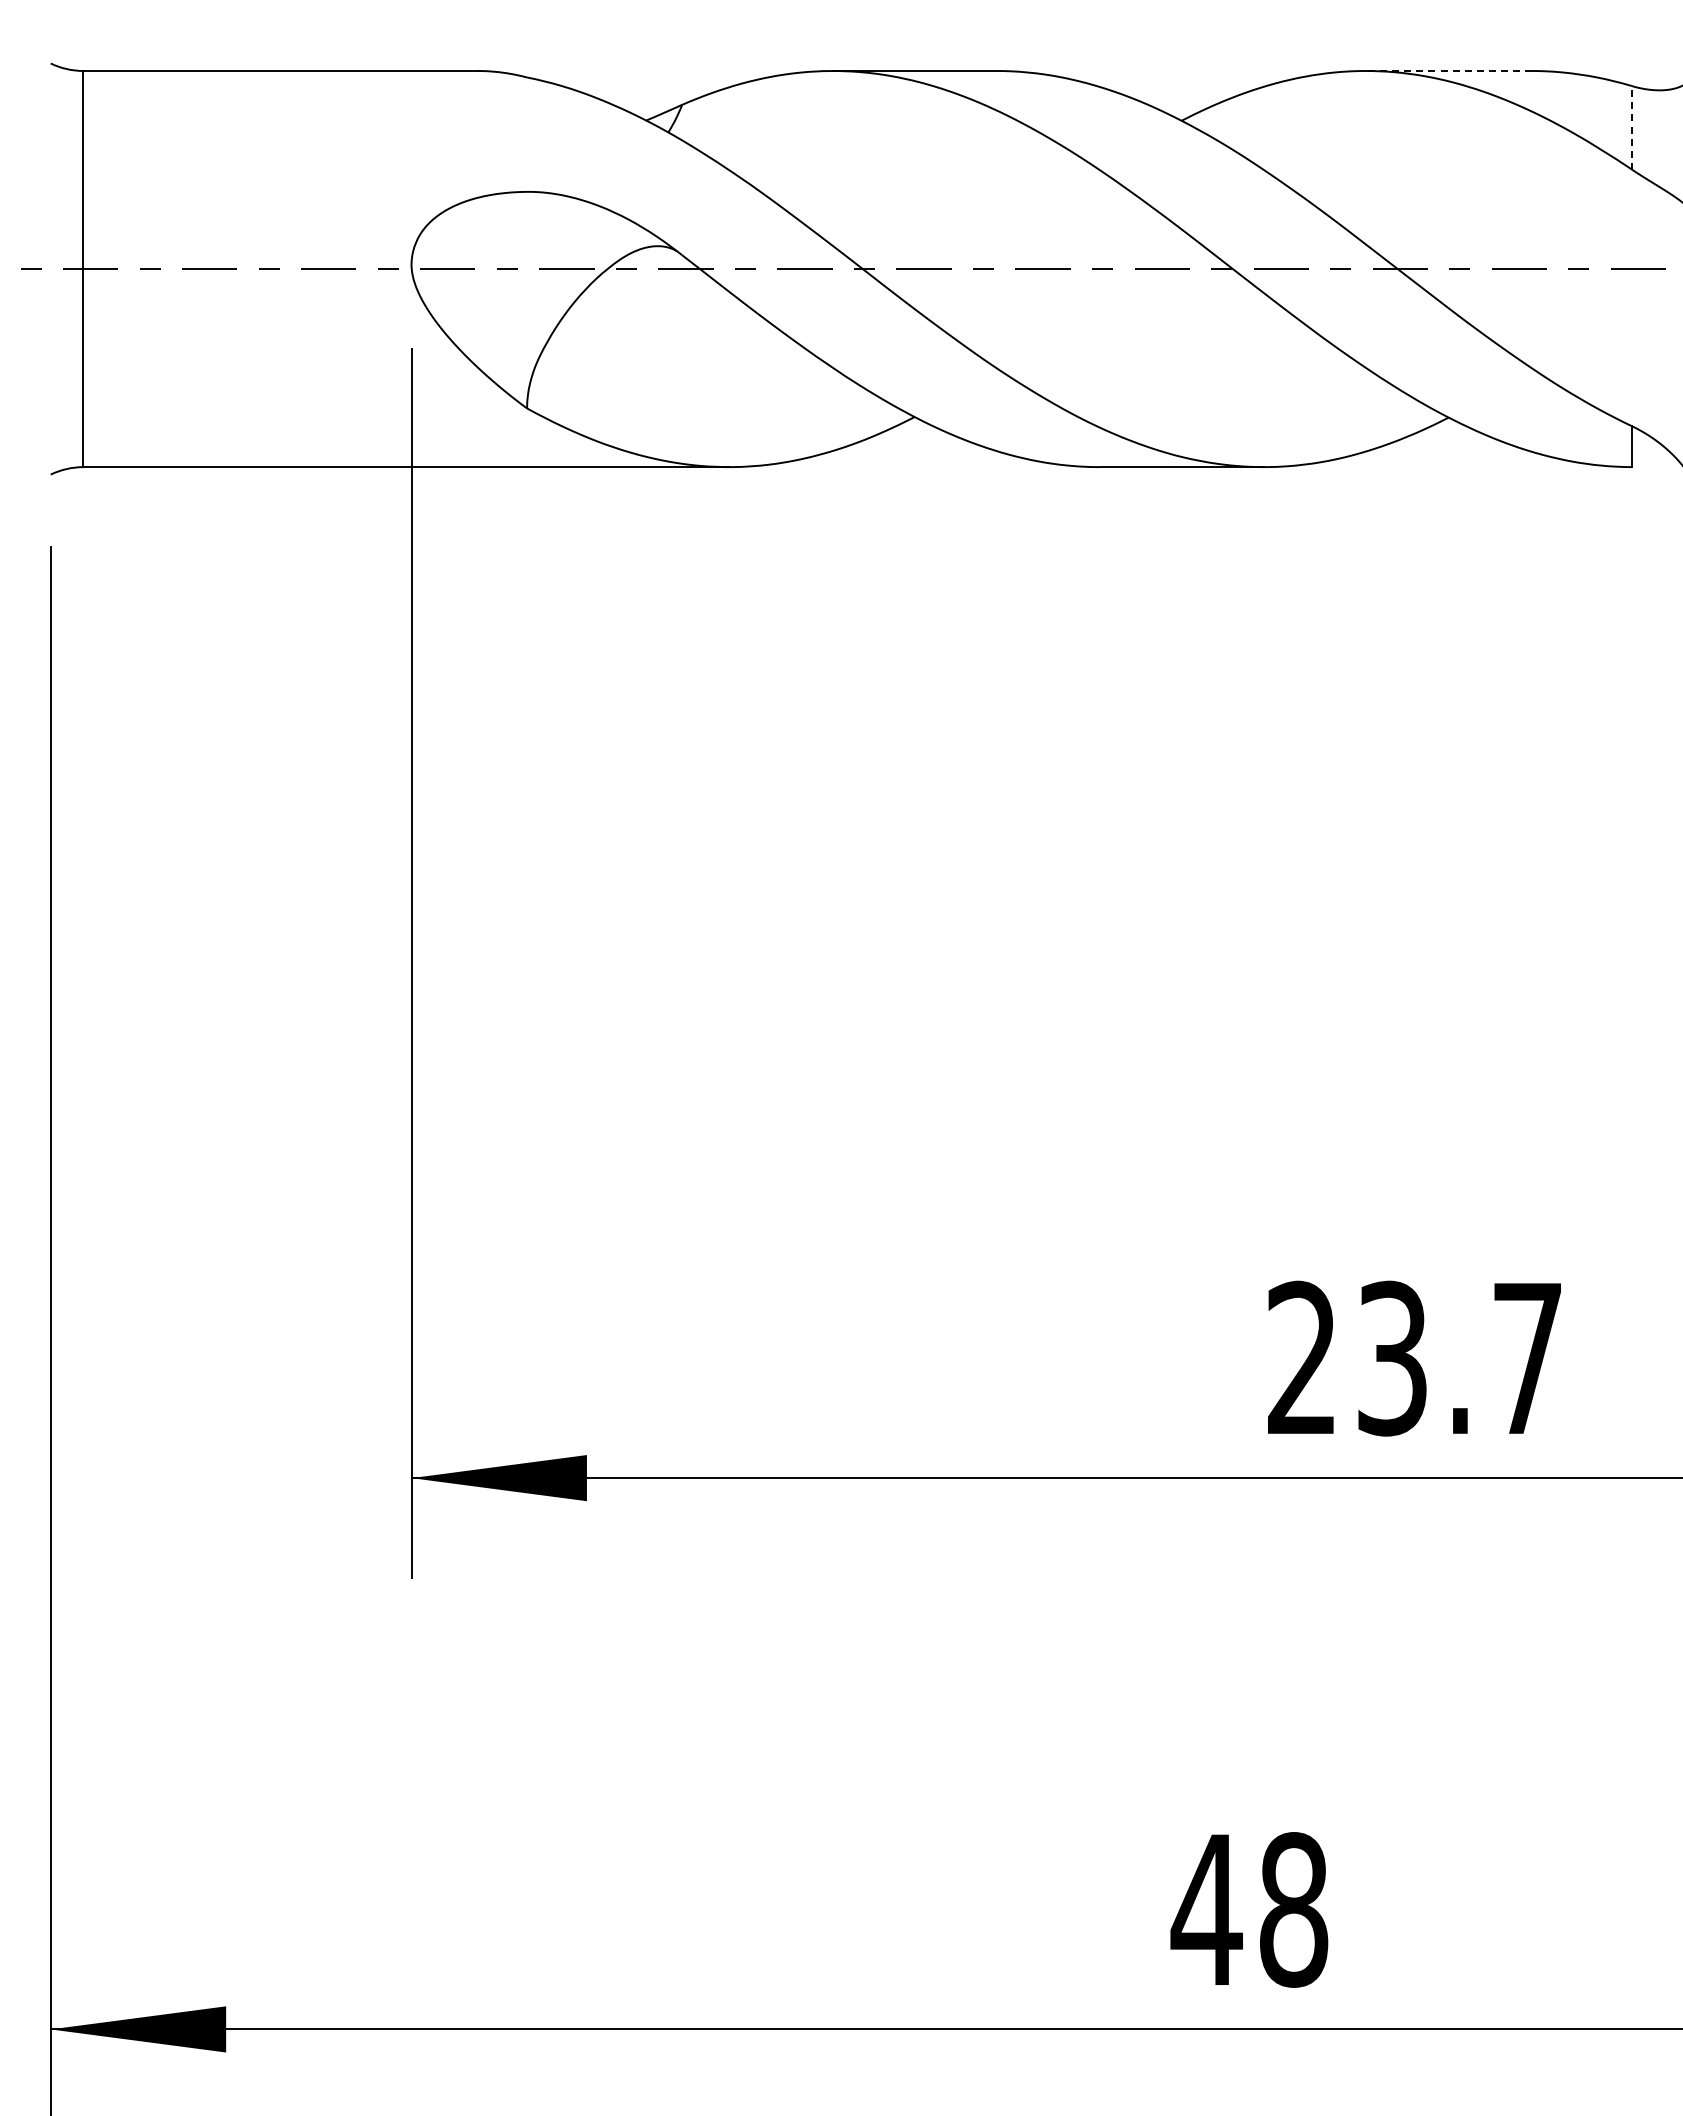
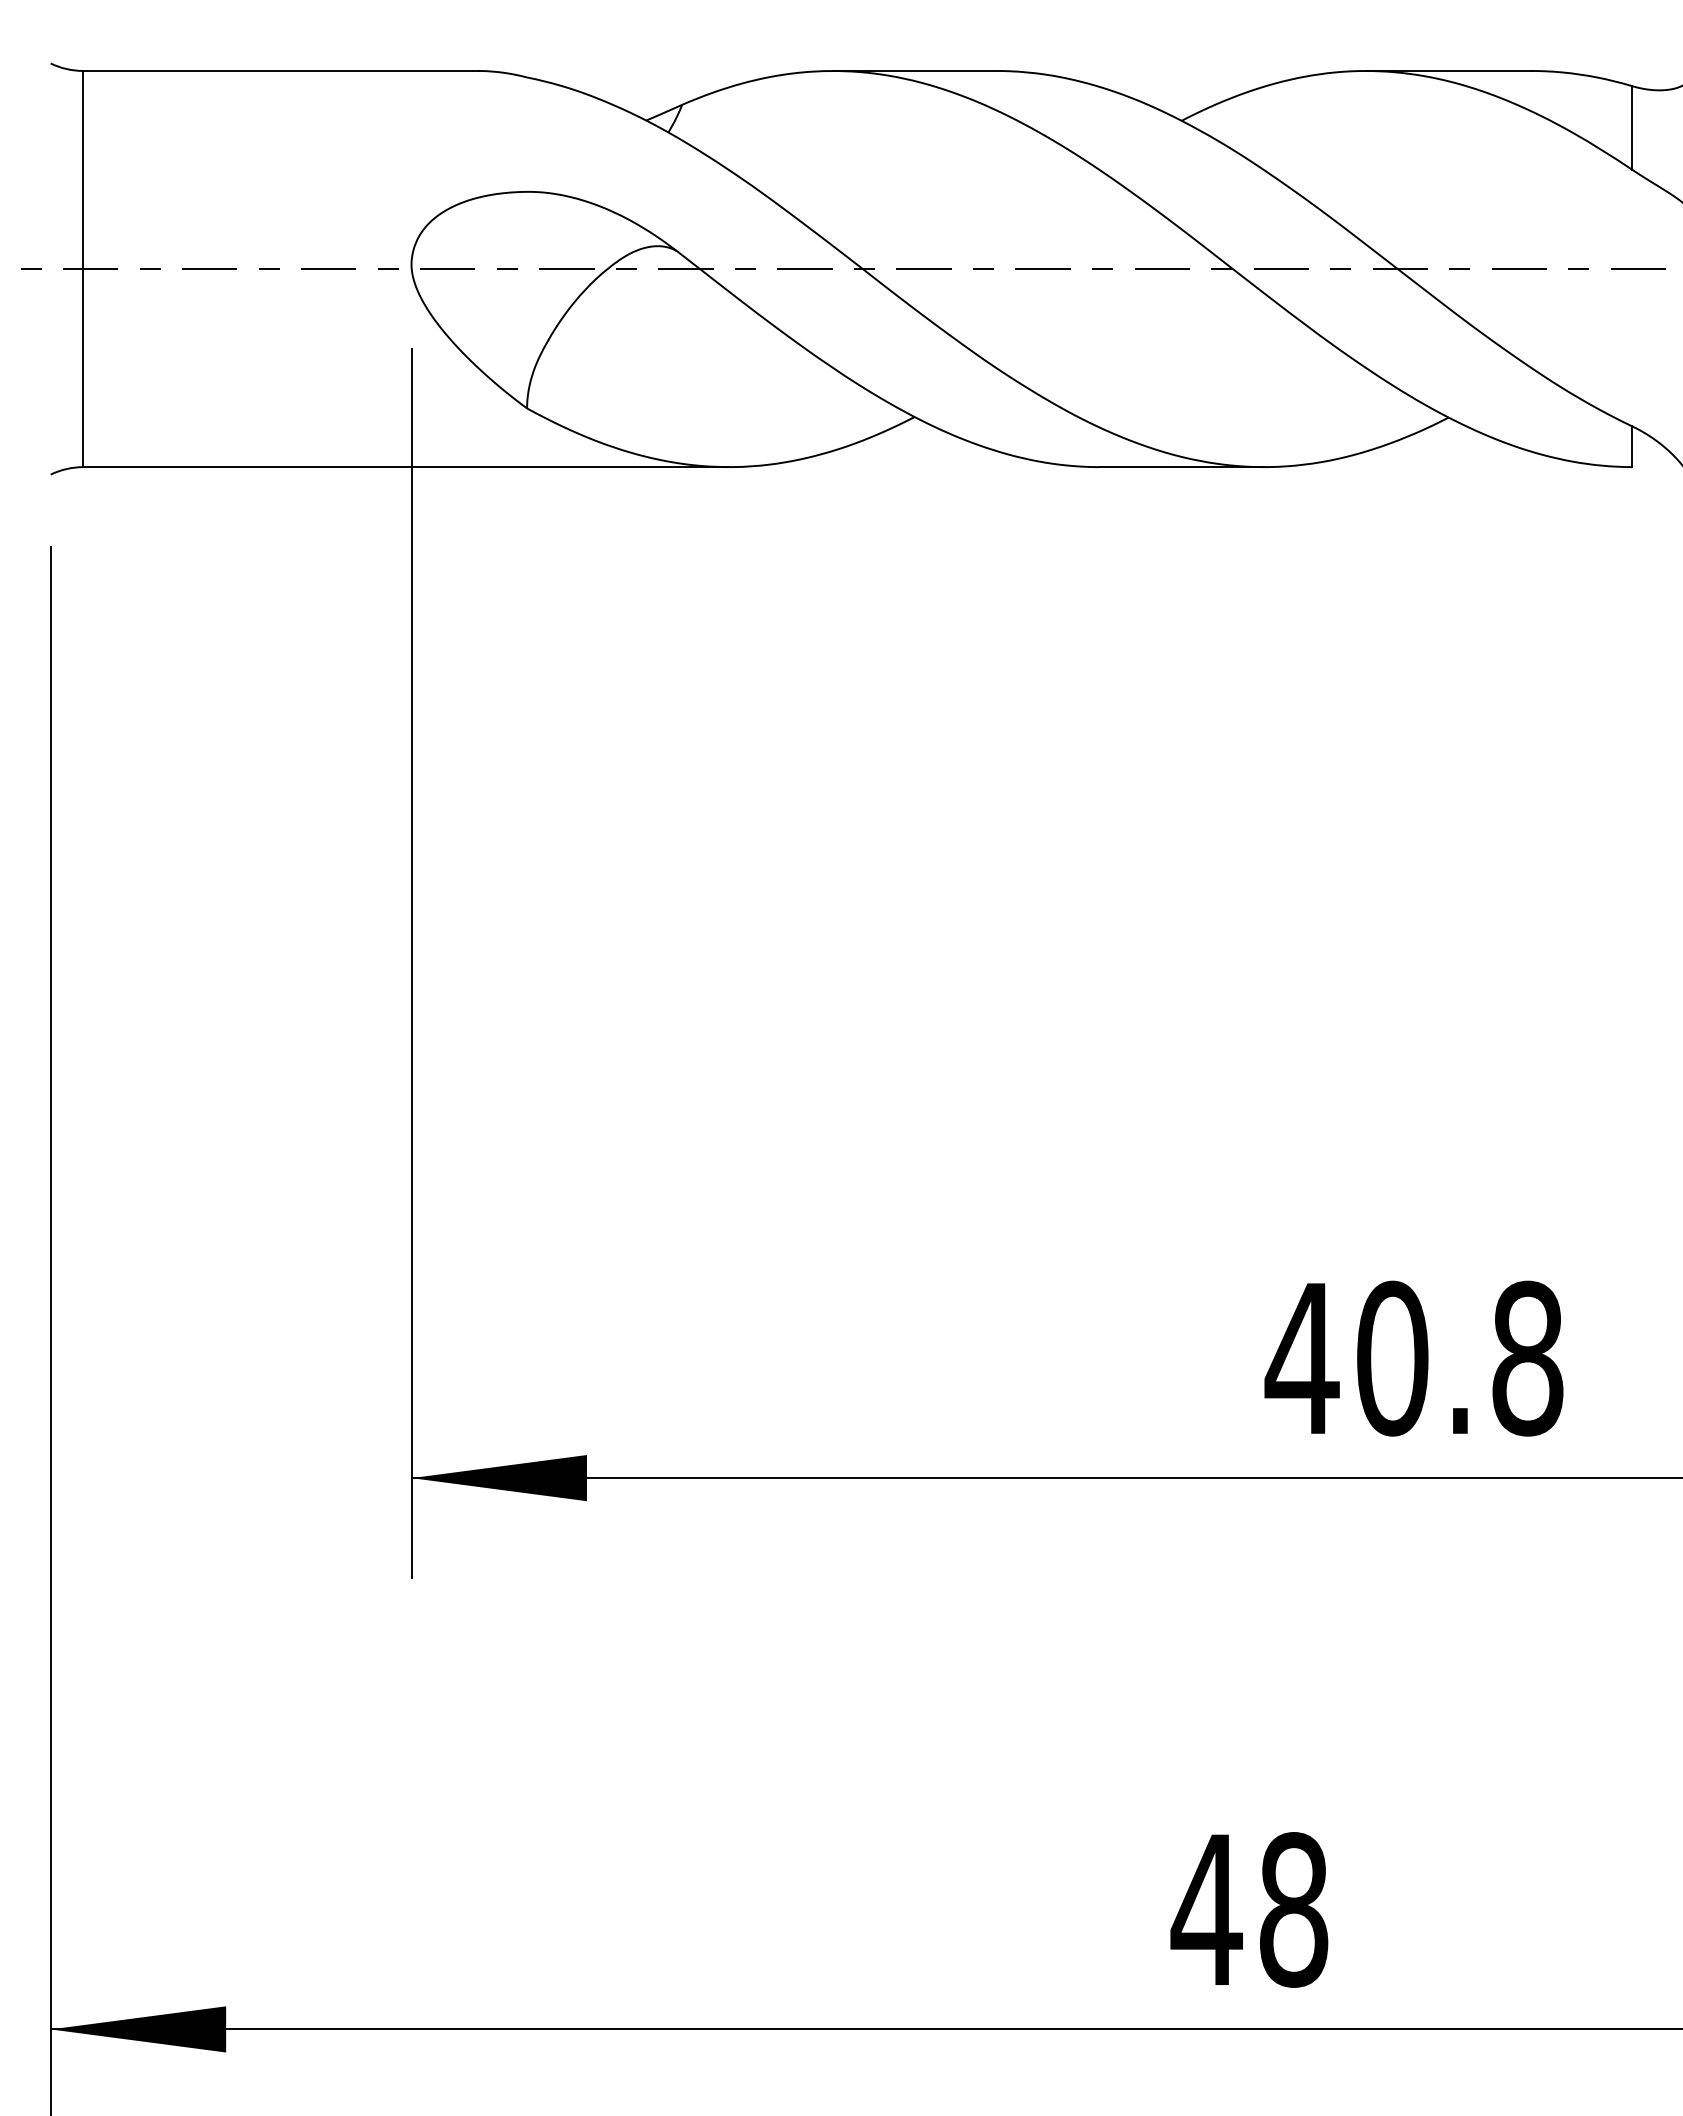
line at (1448, 70): dashed -> solid
line at (1631, 127): dashed -> solid
text at (1413, 1358): 23.7 -> 40.8
